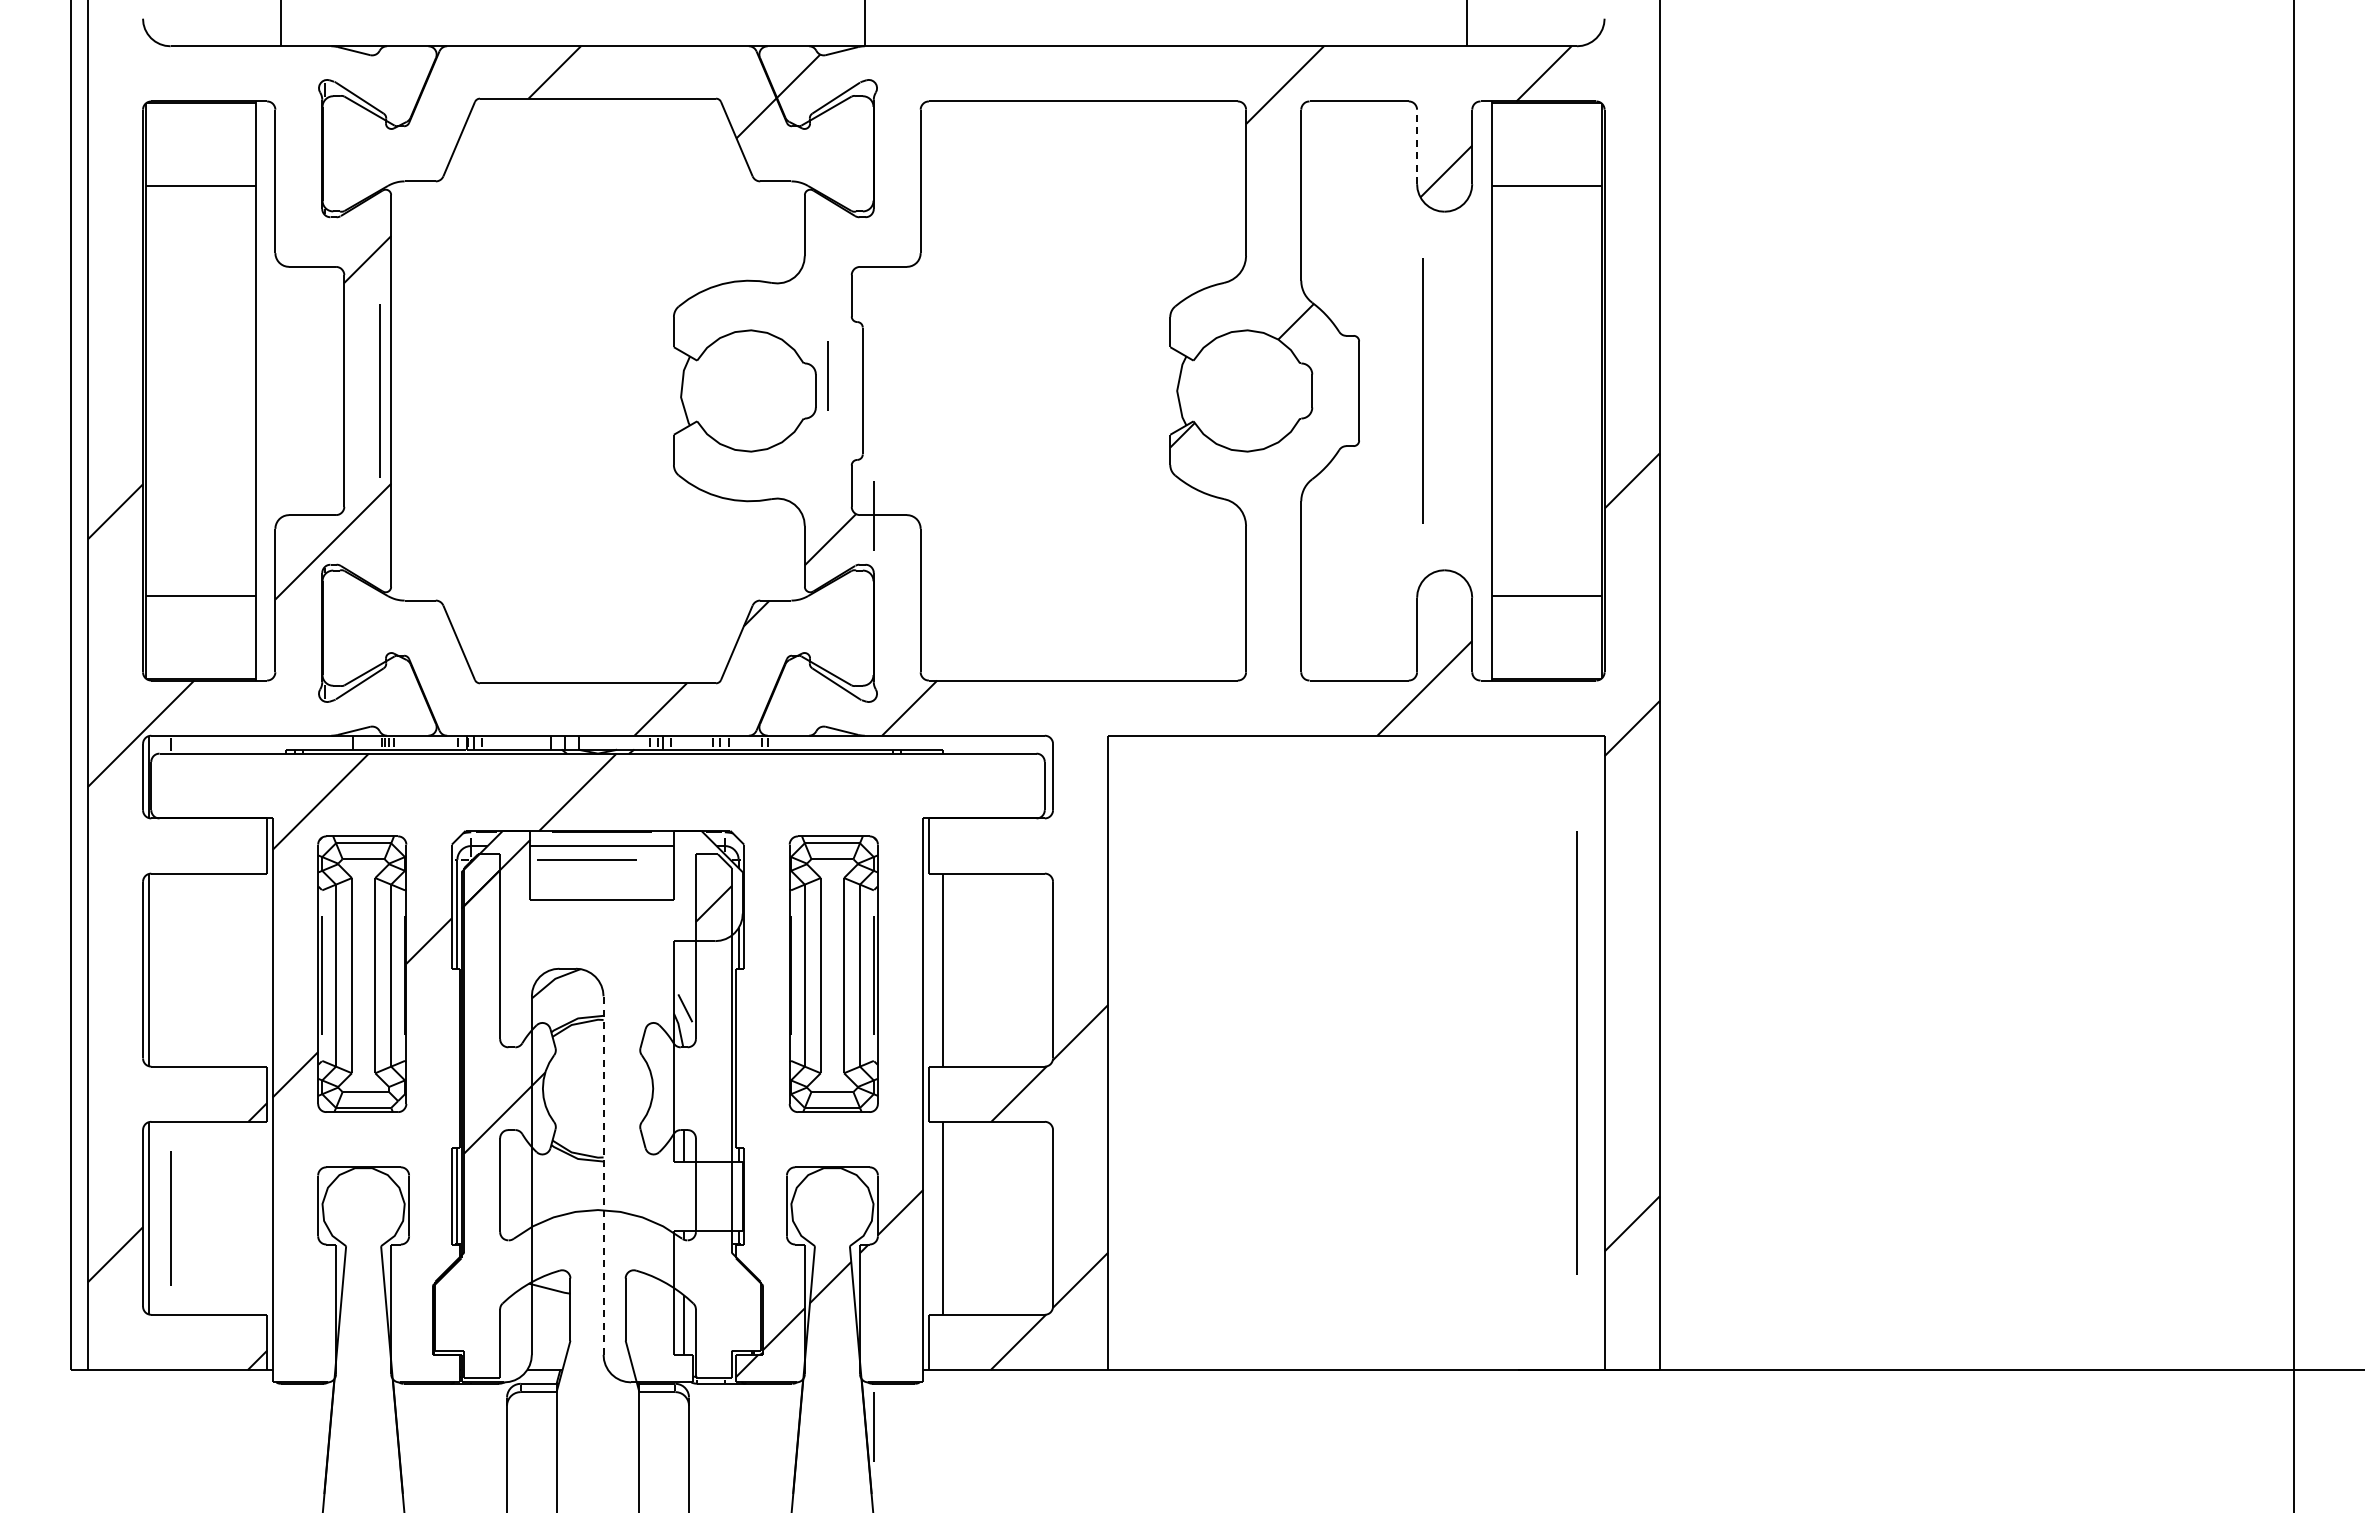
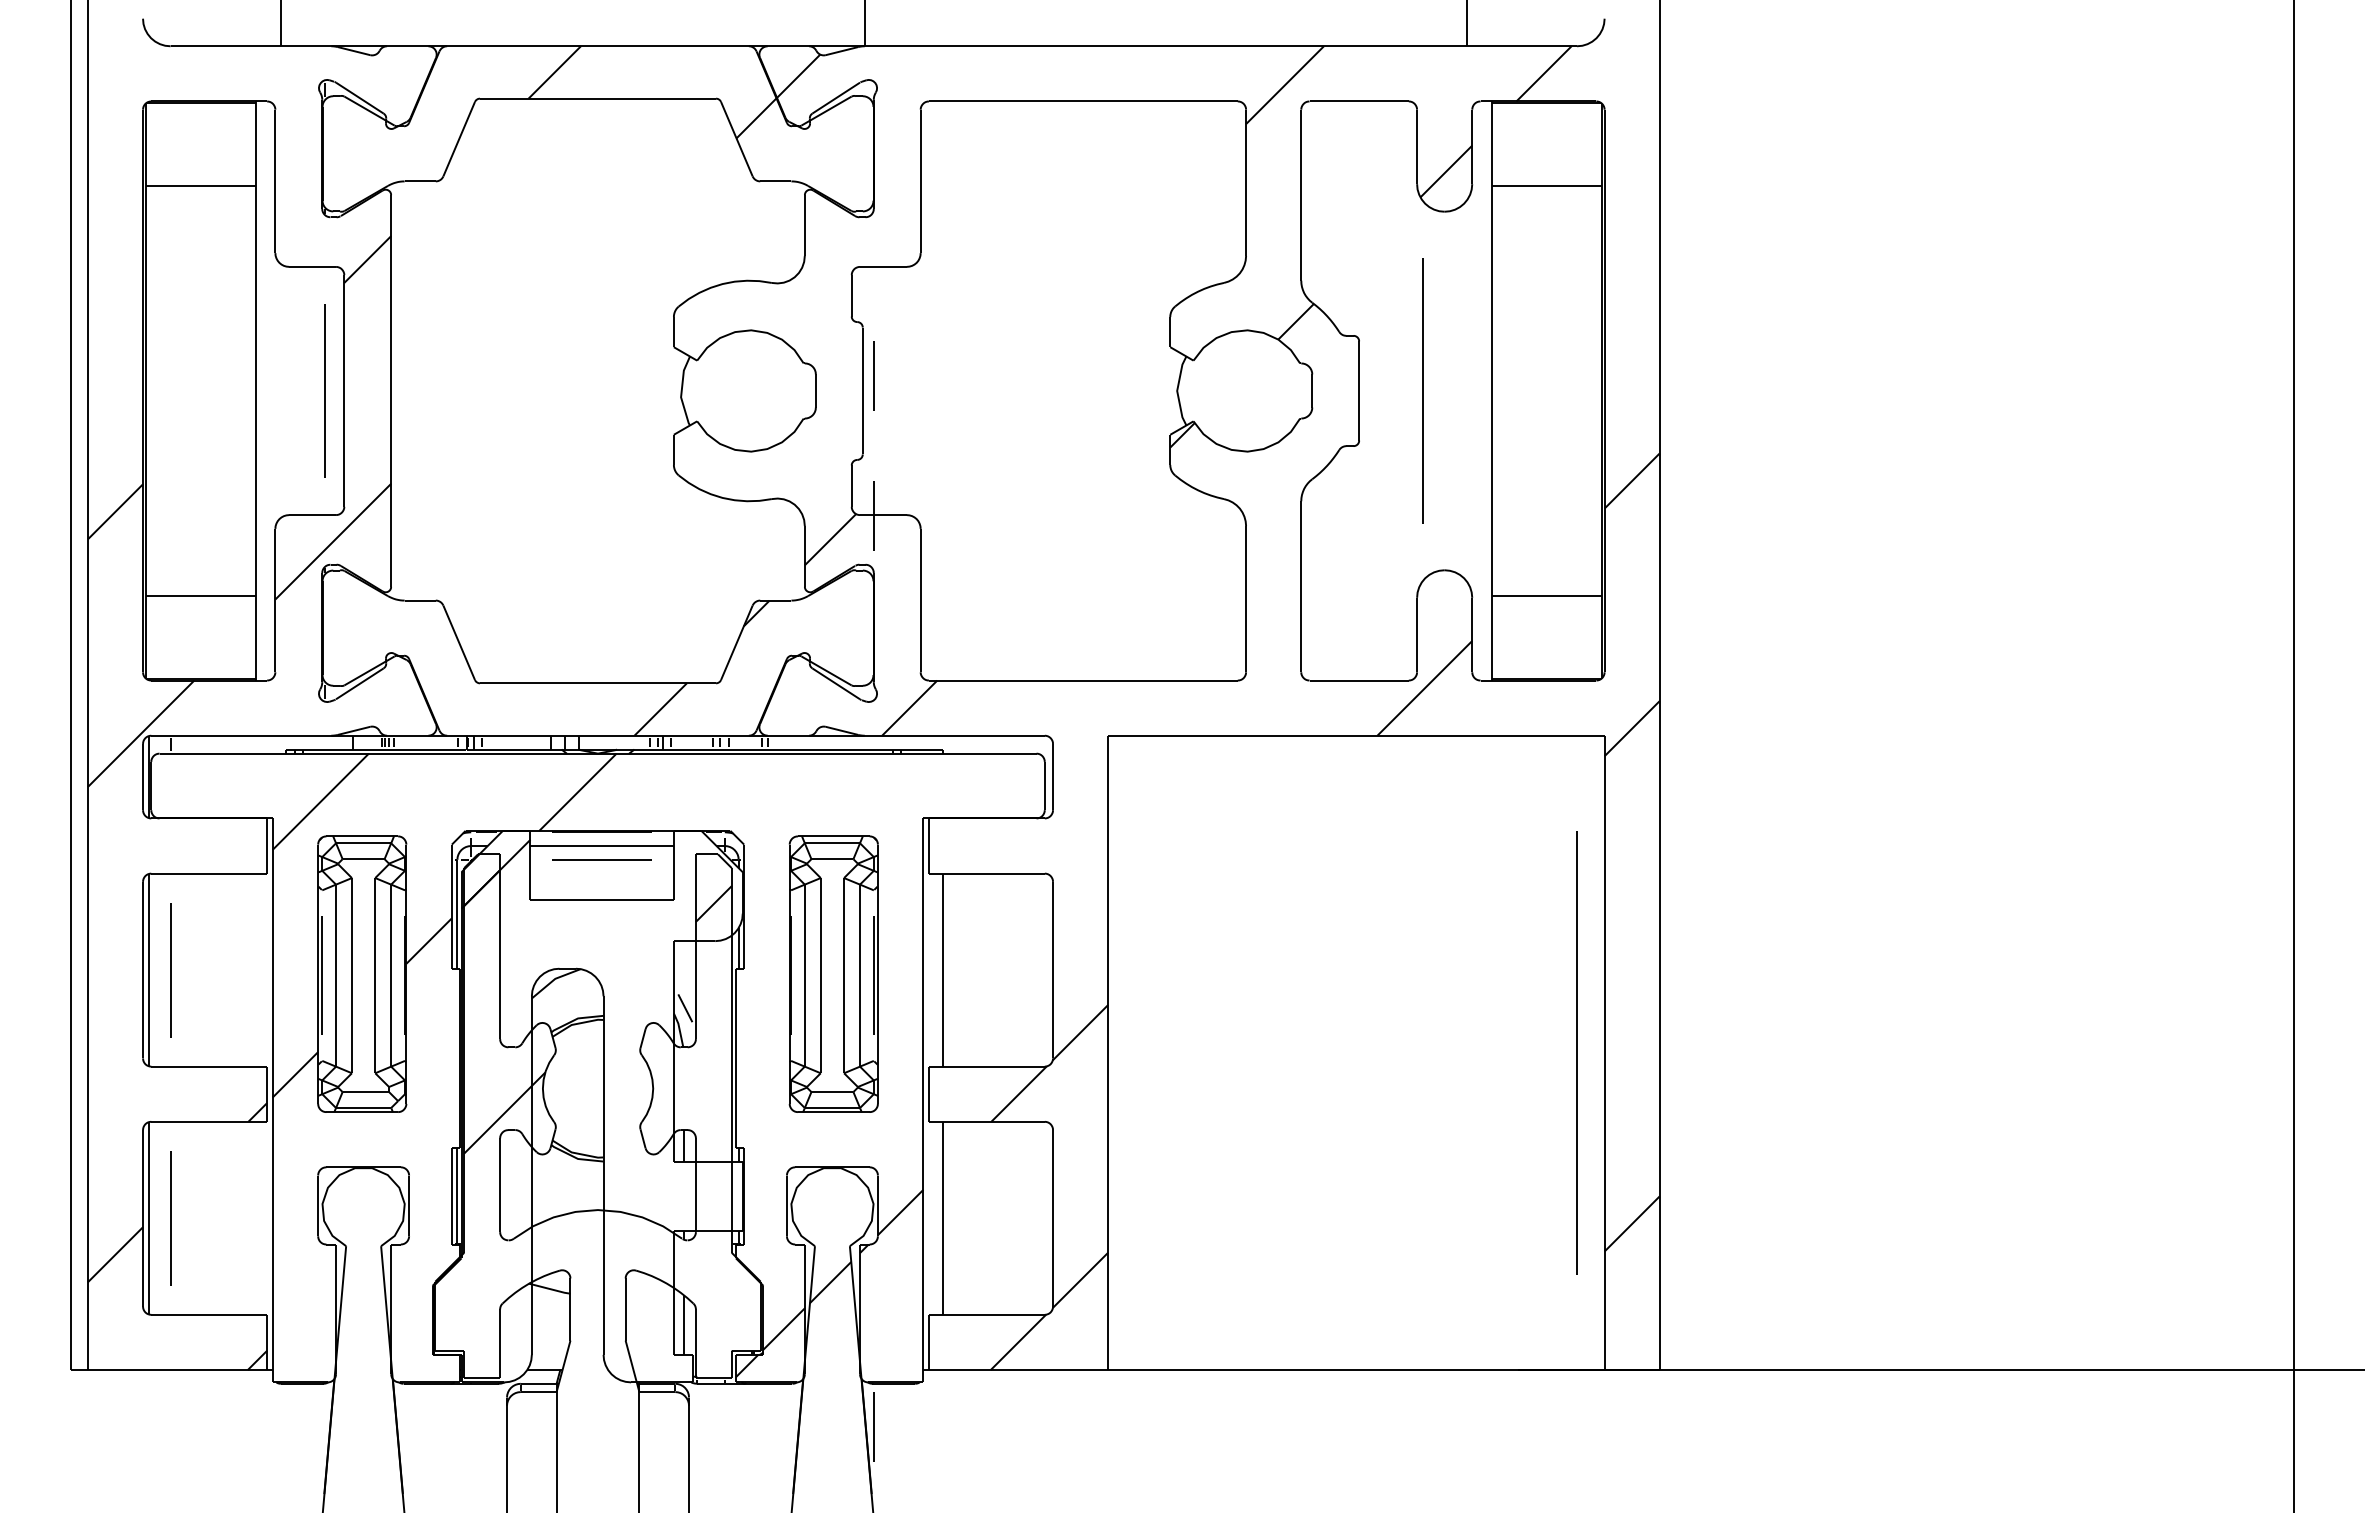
line at (1417, 146): dashed -> solid
line at (827, 375) position: (827, 375) -> (873, 375)
line at (379, 390) position: (379, 390) -> (324, 390)
line at (586, 859) position: (586, 859) -> (601, 859)
line at (170, 970): none -> present
line at (603, 1175): dashed -> solid
